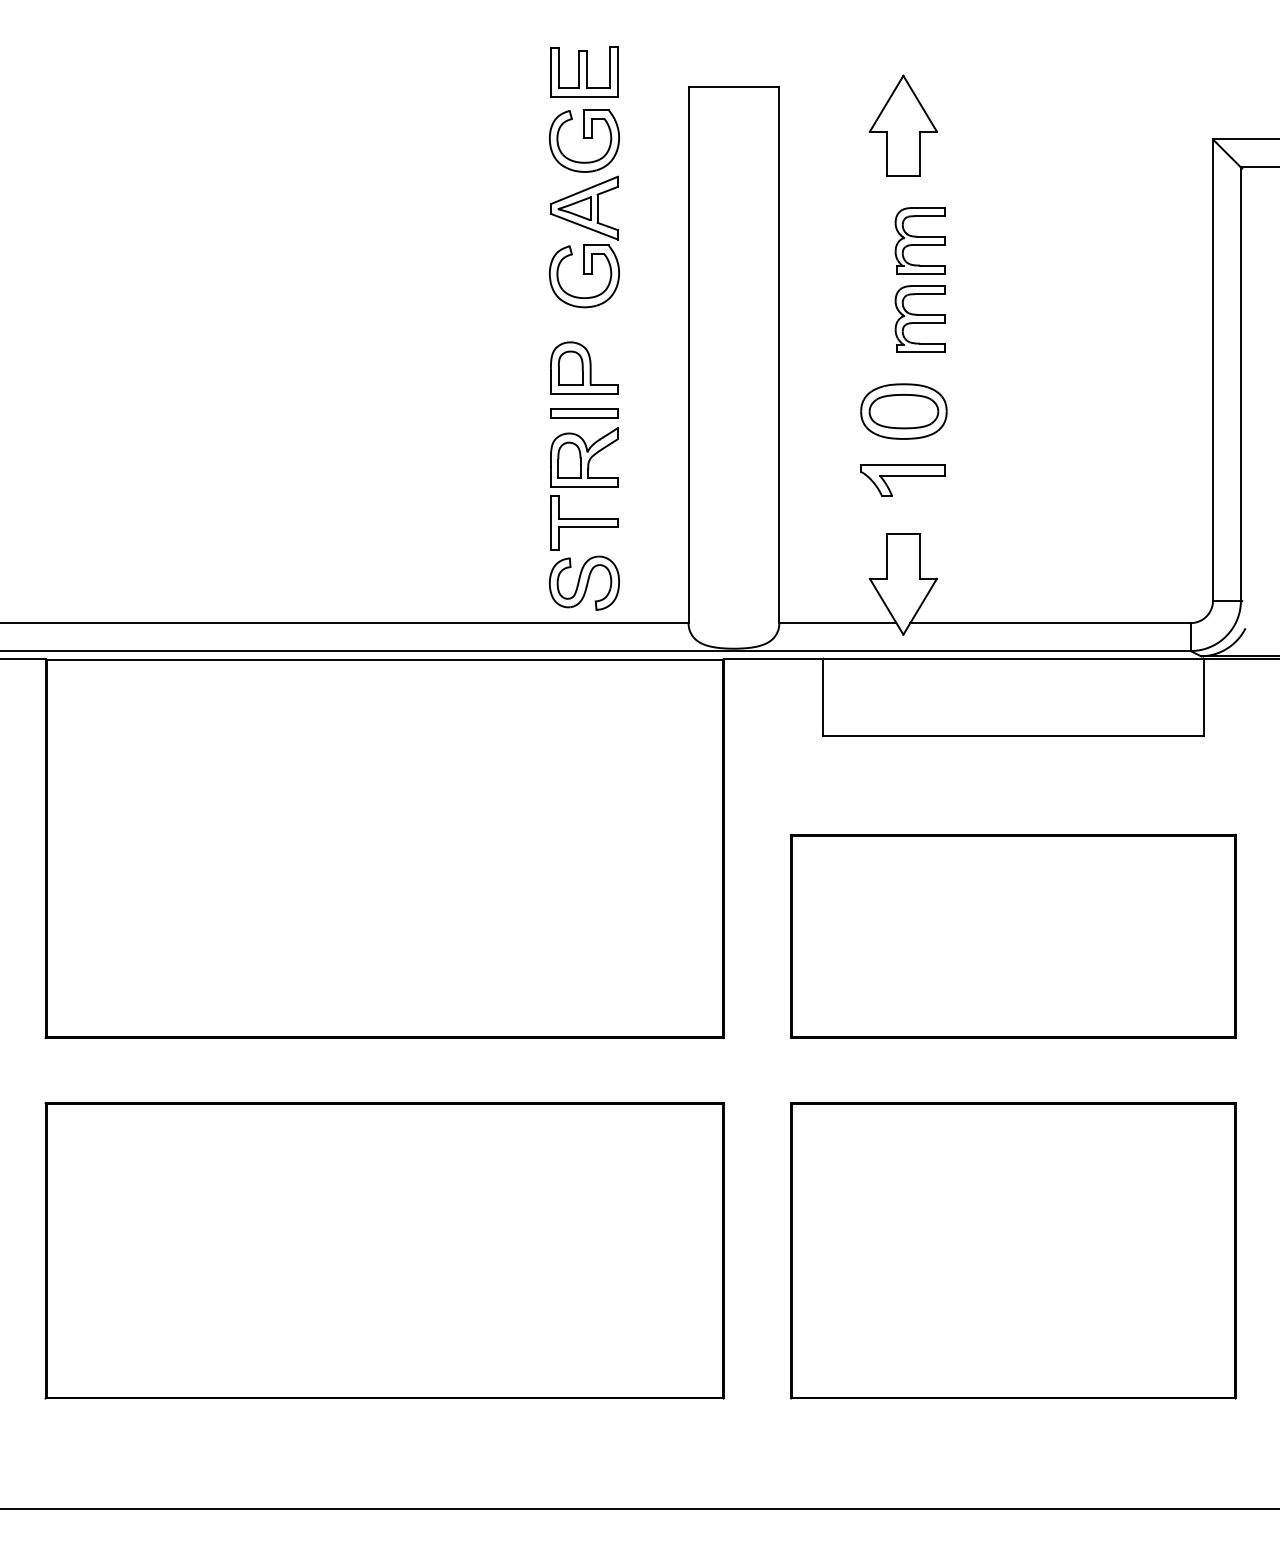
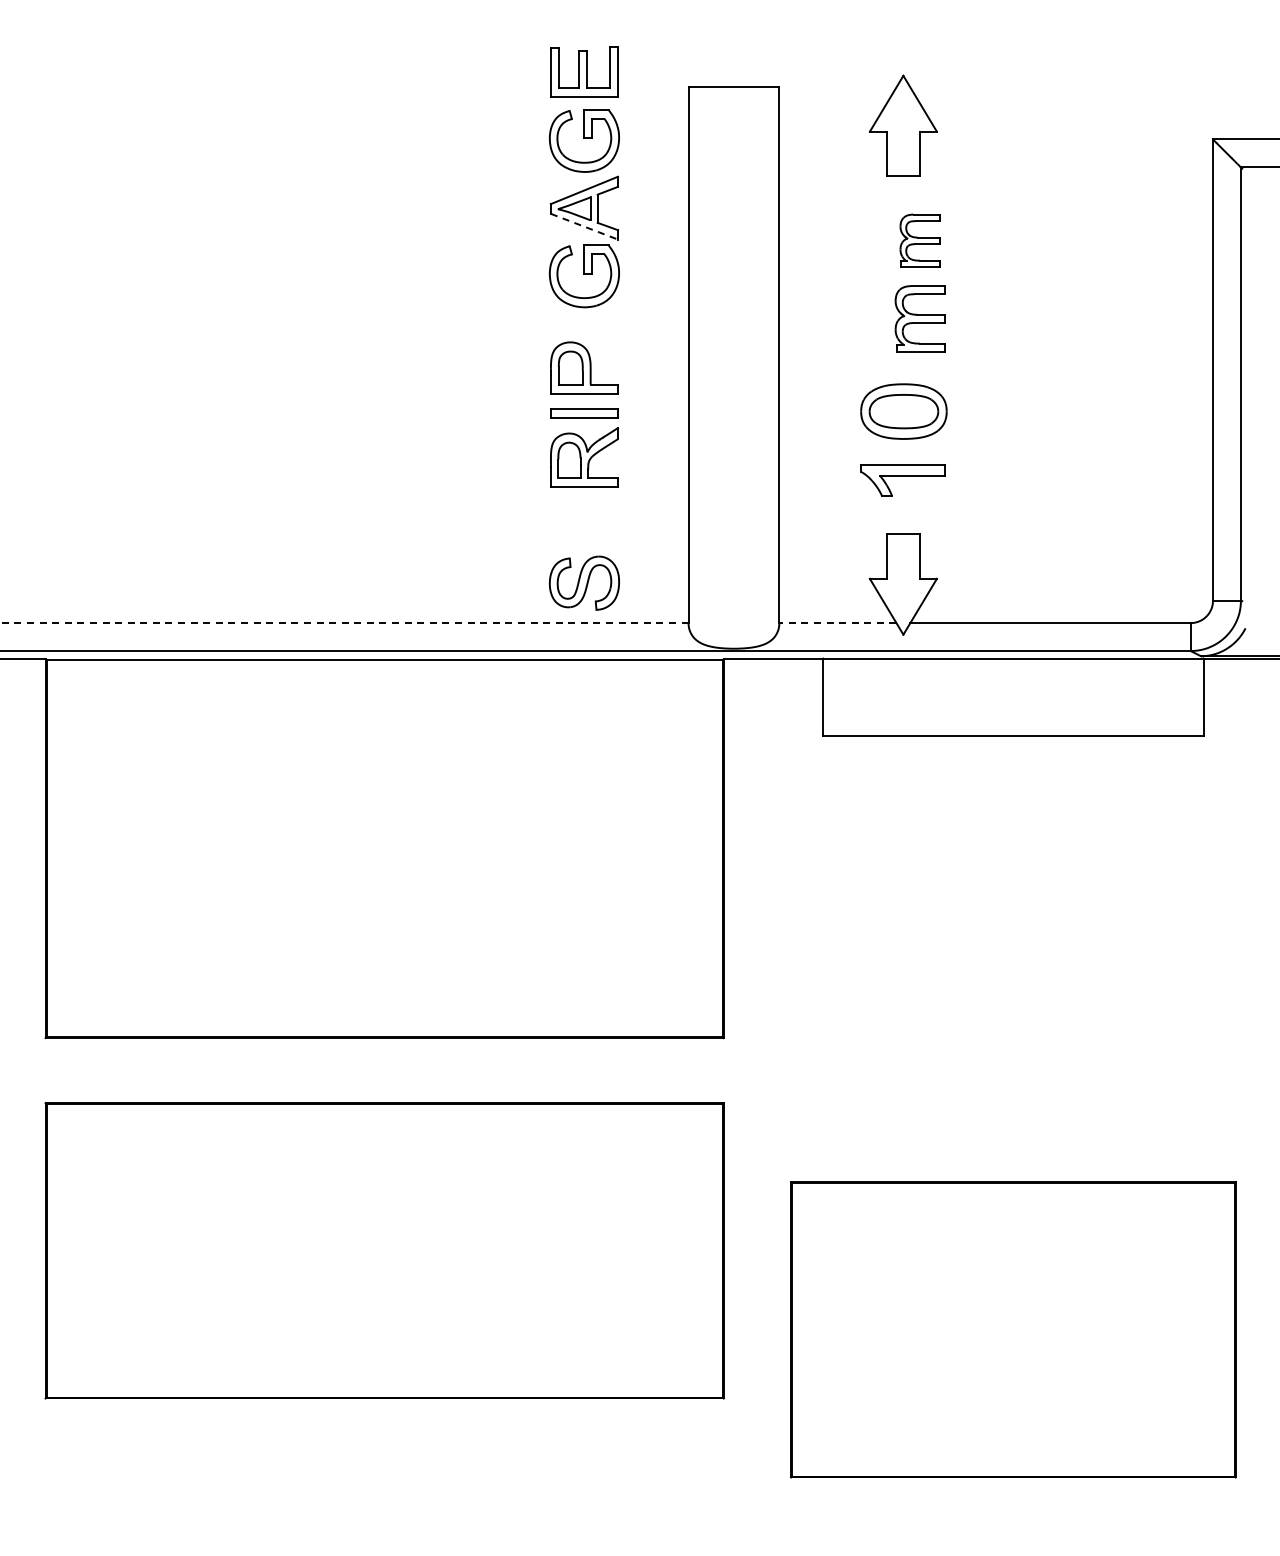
line at (584, 226): solid -> dashed
part at (919, 240) size: 52x68 px -> 42x55 px
part at (584, 522): present -> none
line at (344, 623): solid -> dashed
line at (837, 623): solid -> dashed
part at (1013, 936): present -> none
part at (1013, 1250) position: (1013, 1250) -> (1013, 1329)
line at (639, 1509): present -> none
